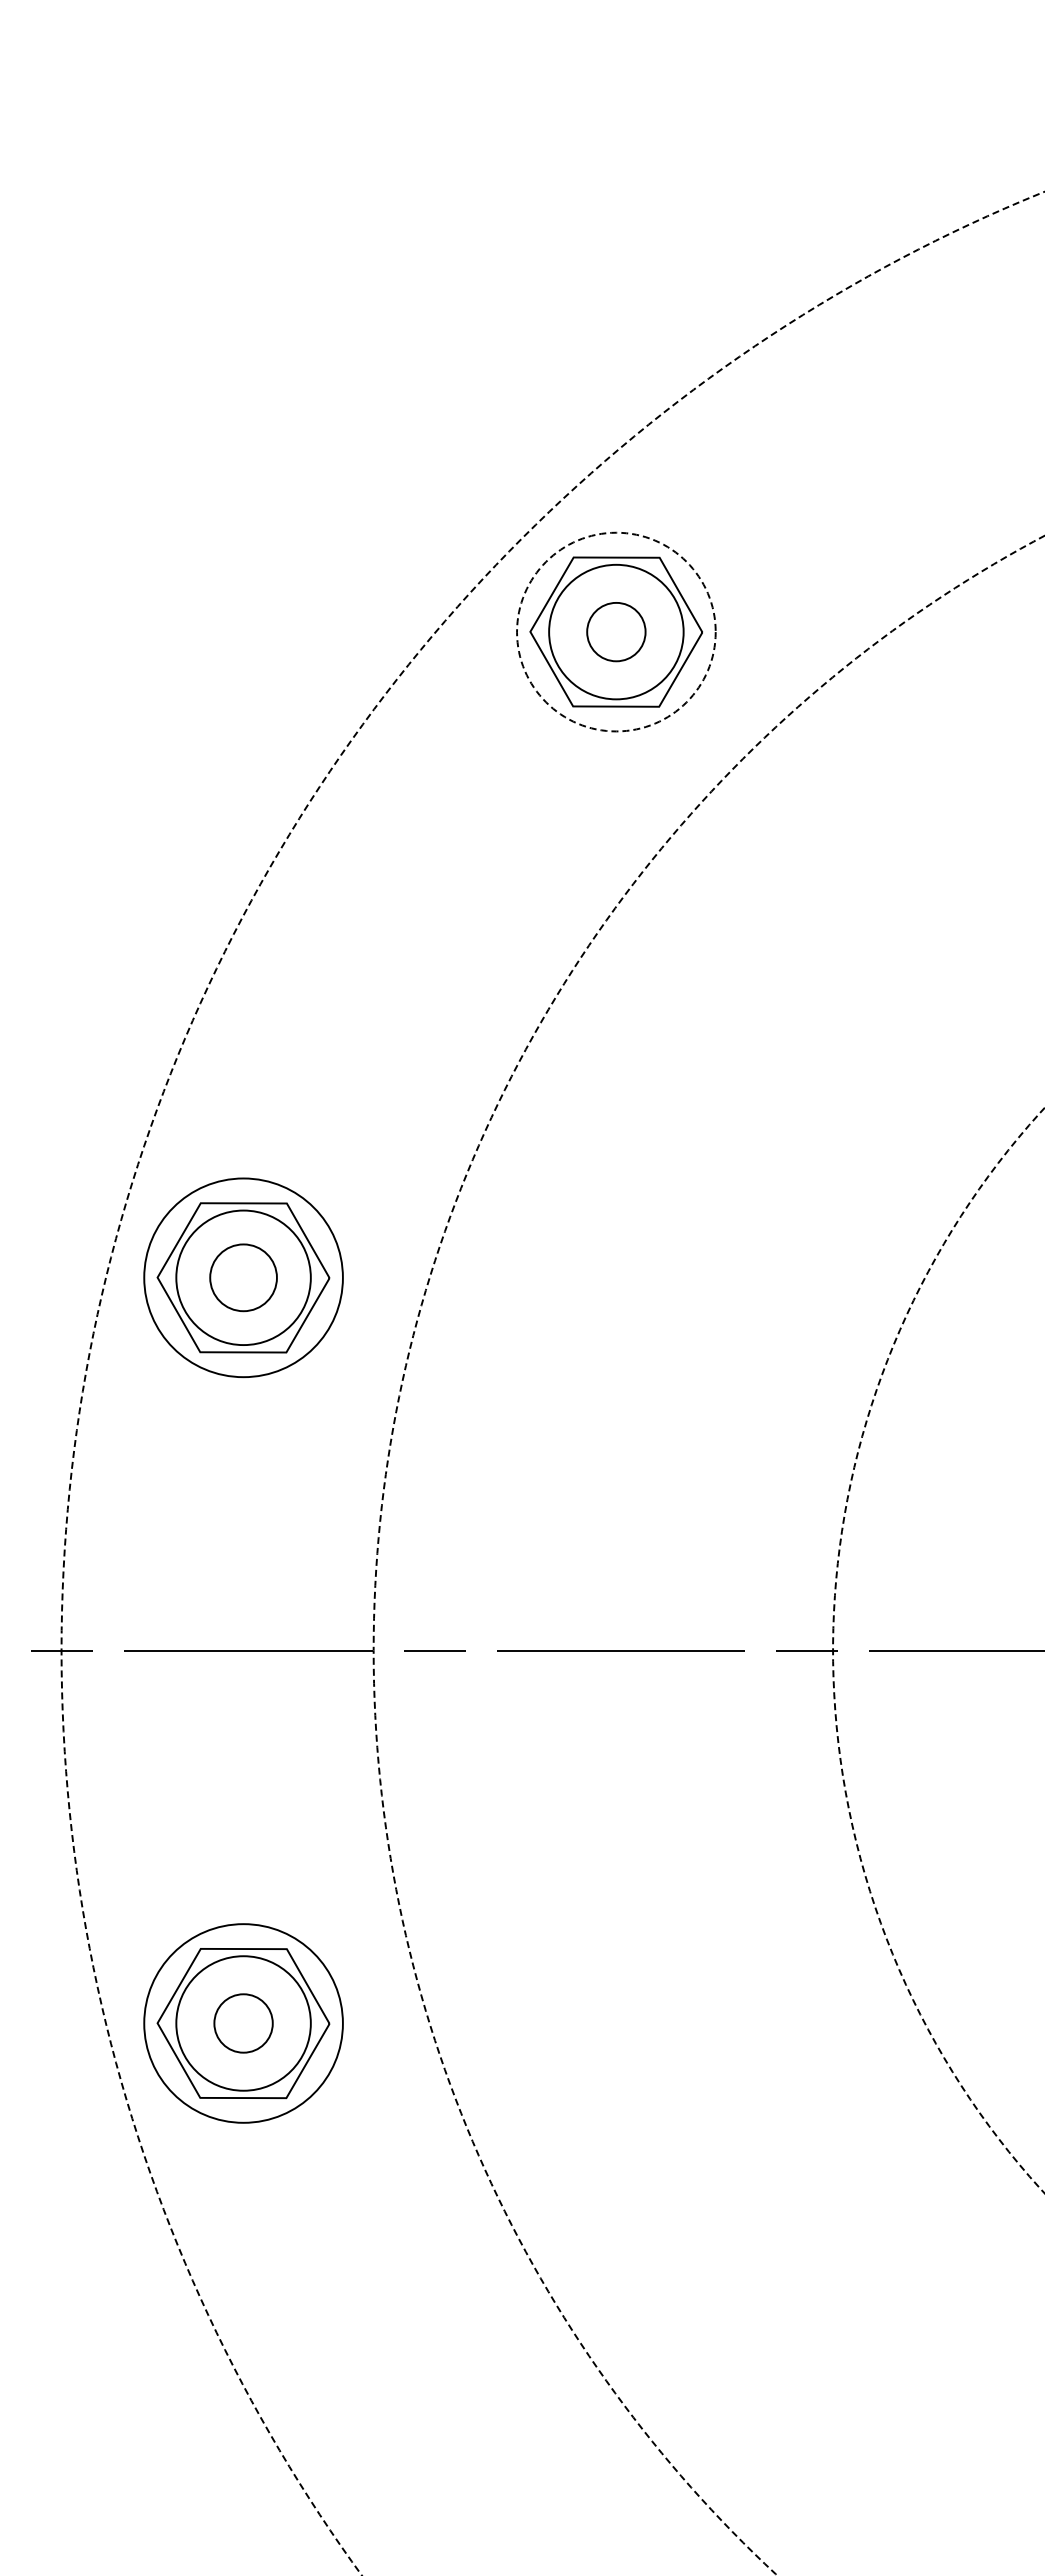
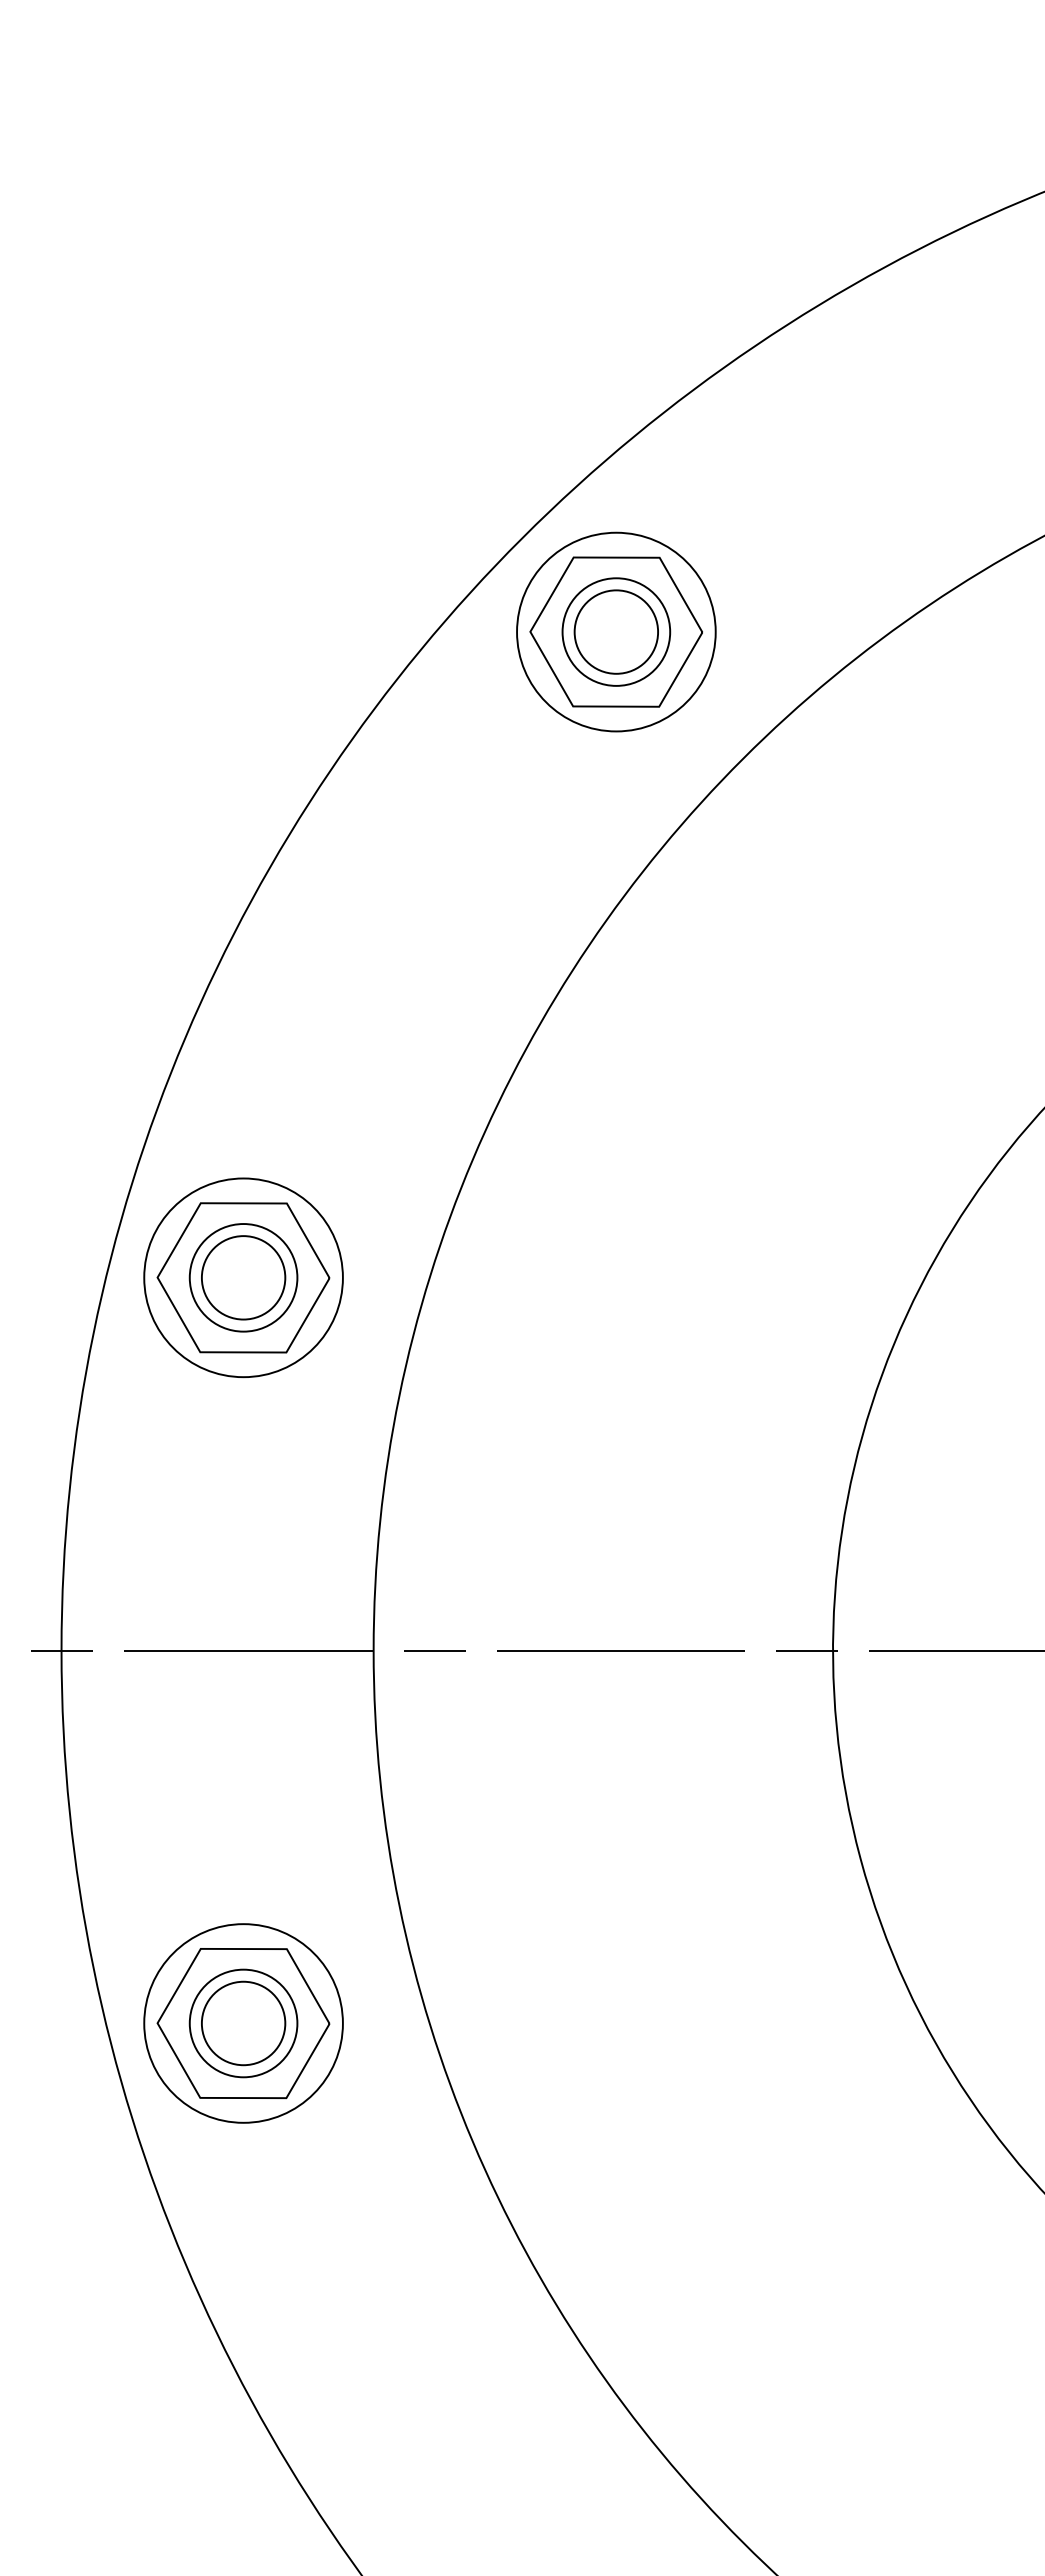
circle at (616, 631) diameter: 135 px -> 108 px
circle at (616, 631) diameter: 58 px -> 83 px
circle at (616, 631): dashed -> solid
circle at (243, 1277) diameter: 135 px -> 108 px
circle at (243, 1277) diameter: 67 px -> 83 px
circle at (552, 1383): dashed -> solid
circle at (708, 1555): dashed -> solid
arc at (833, 1657): dashed -> solid
circle at (243, 2023) diameter: 135 px -> 108 px
circle at (243, 2023) diameter: 58 px -> 83 px
